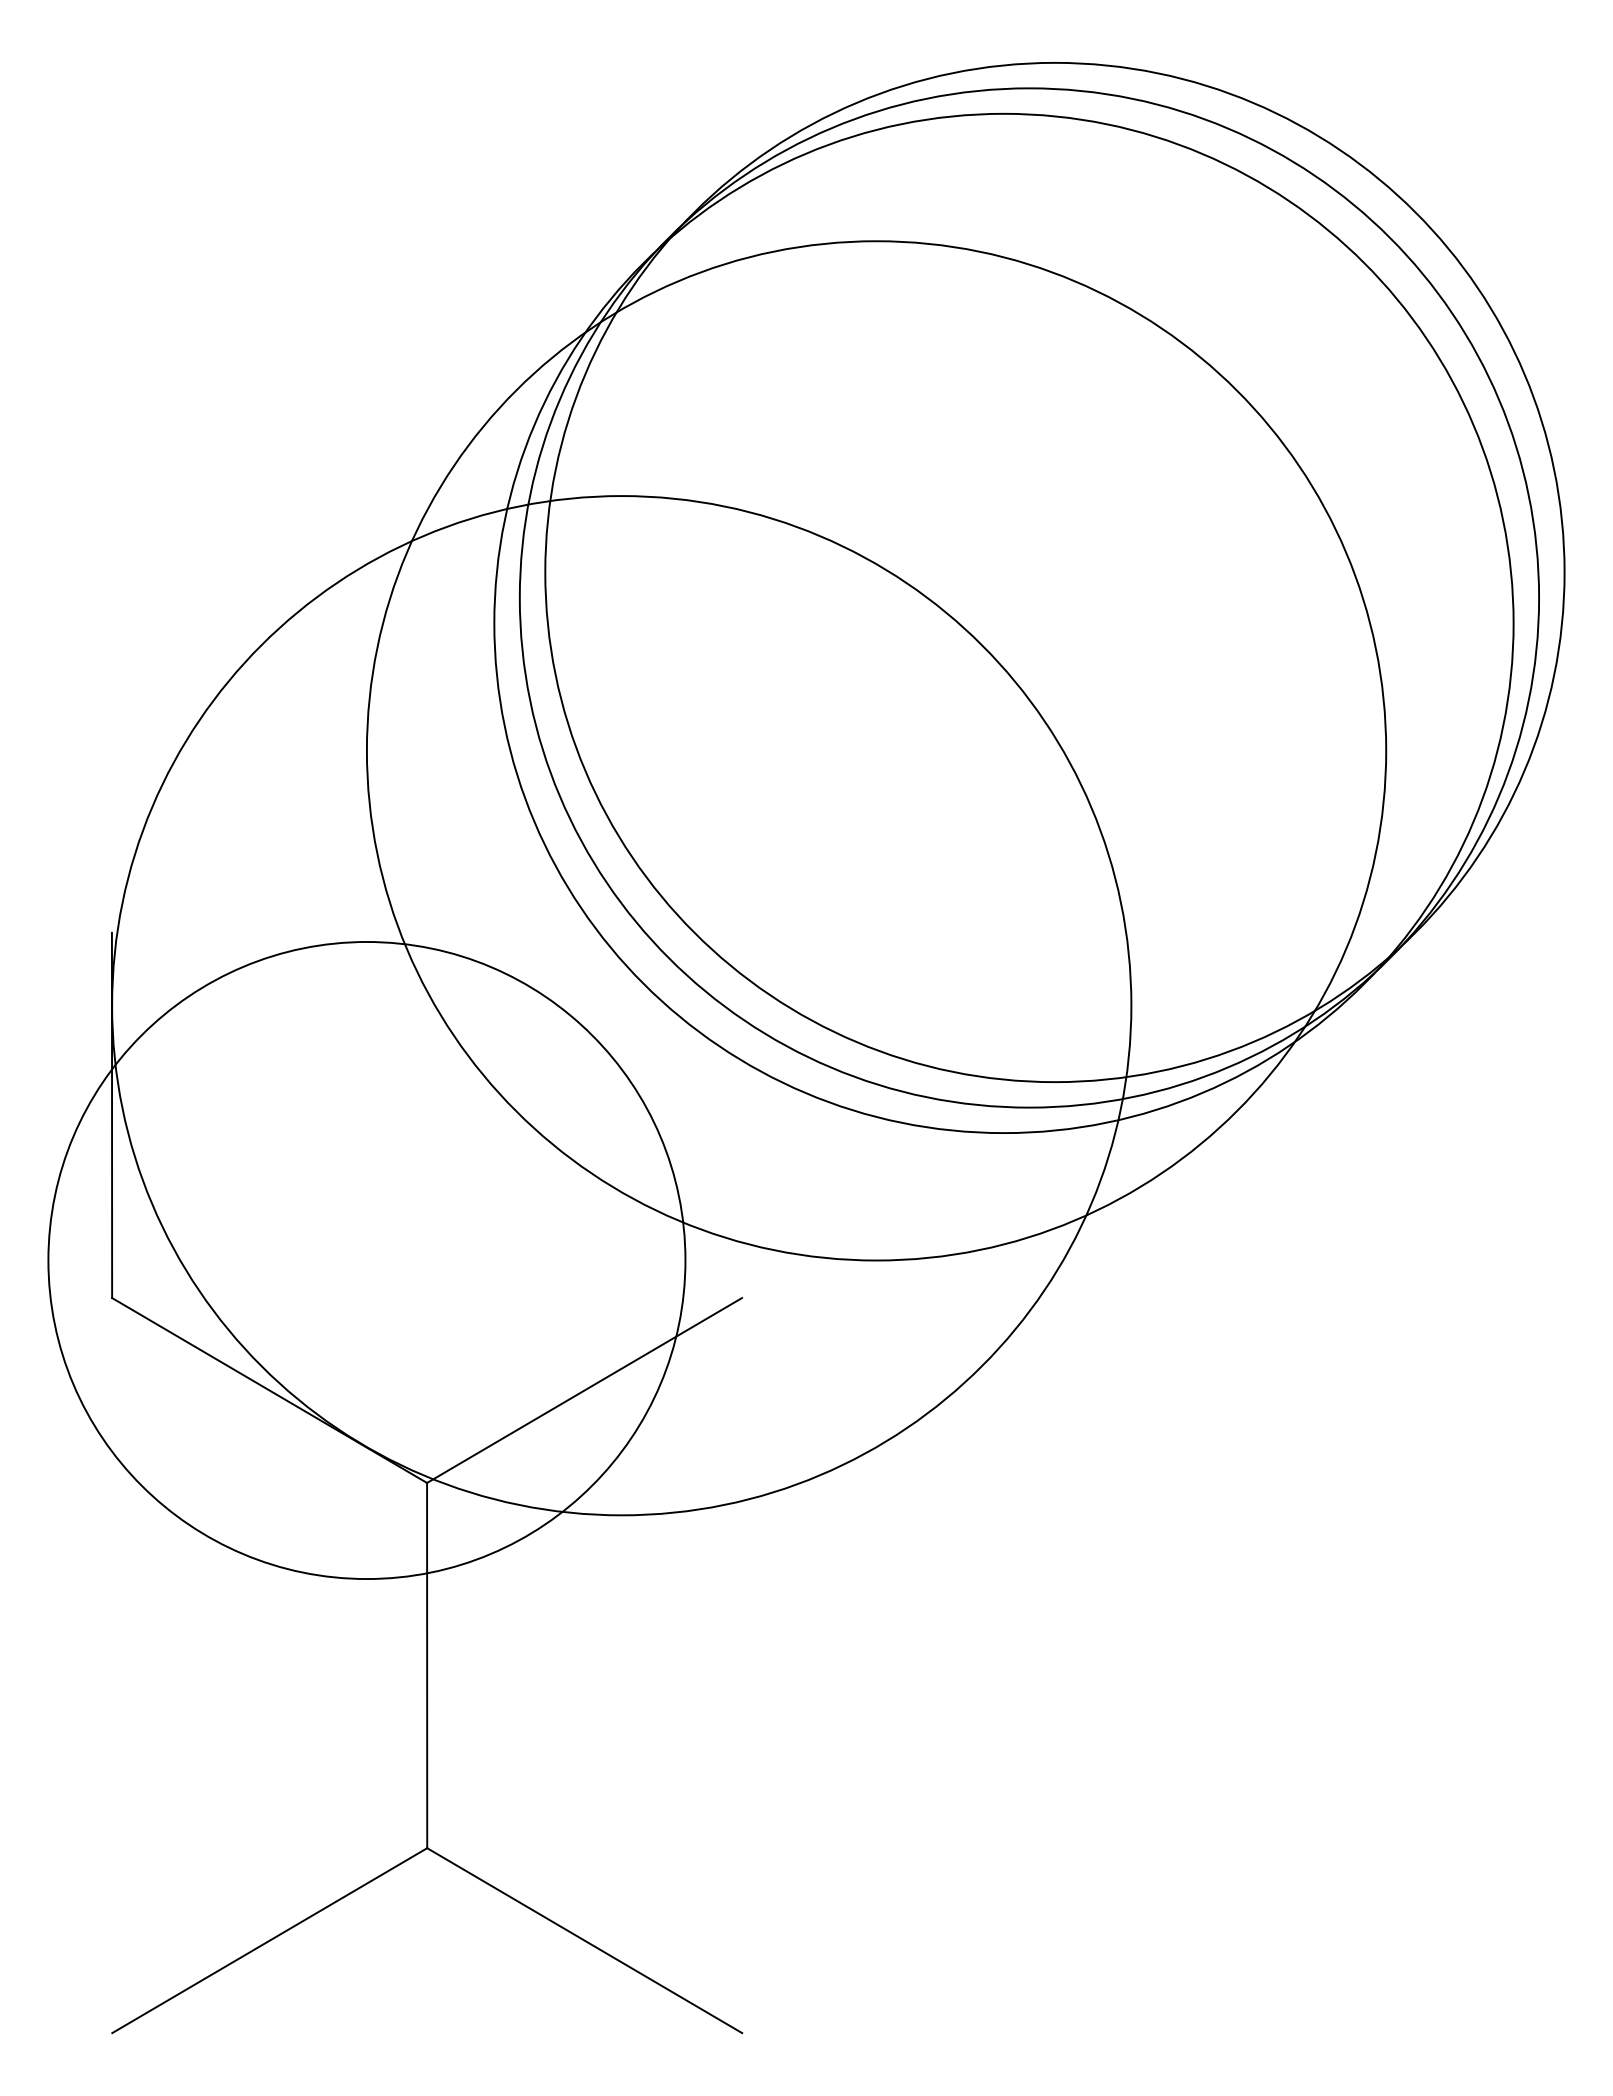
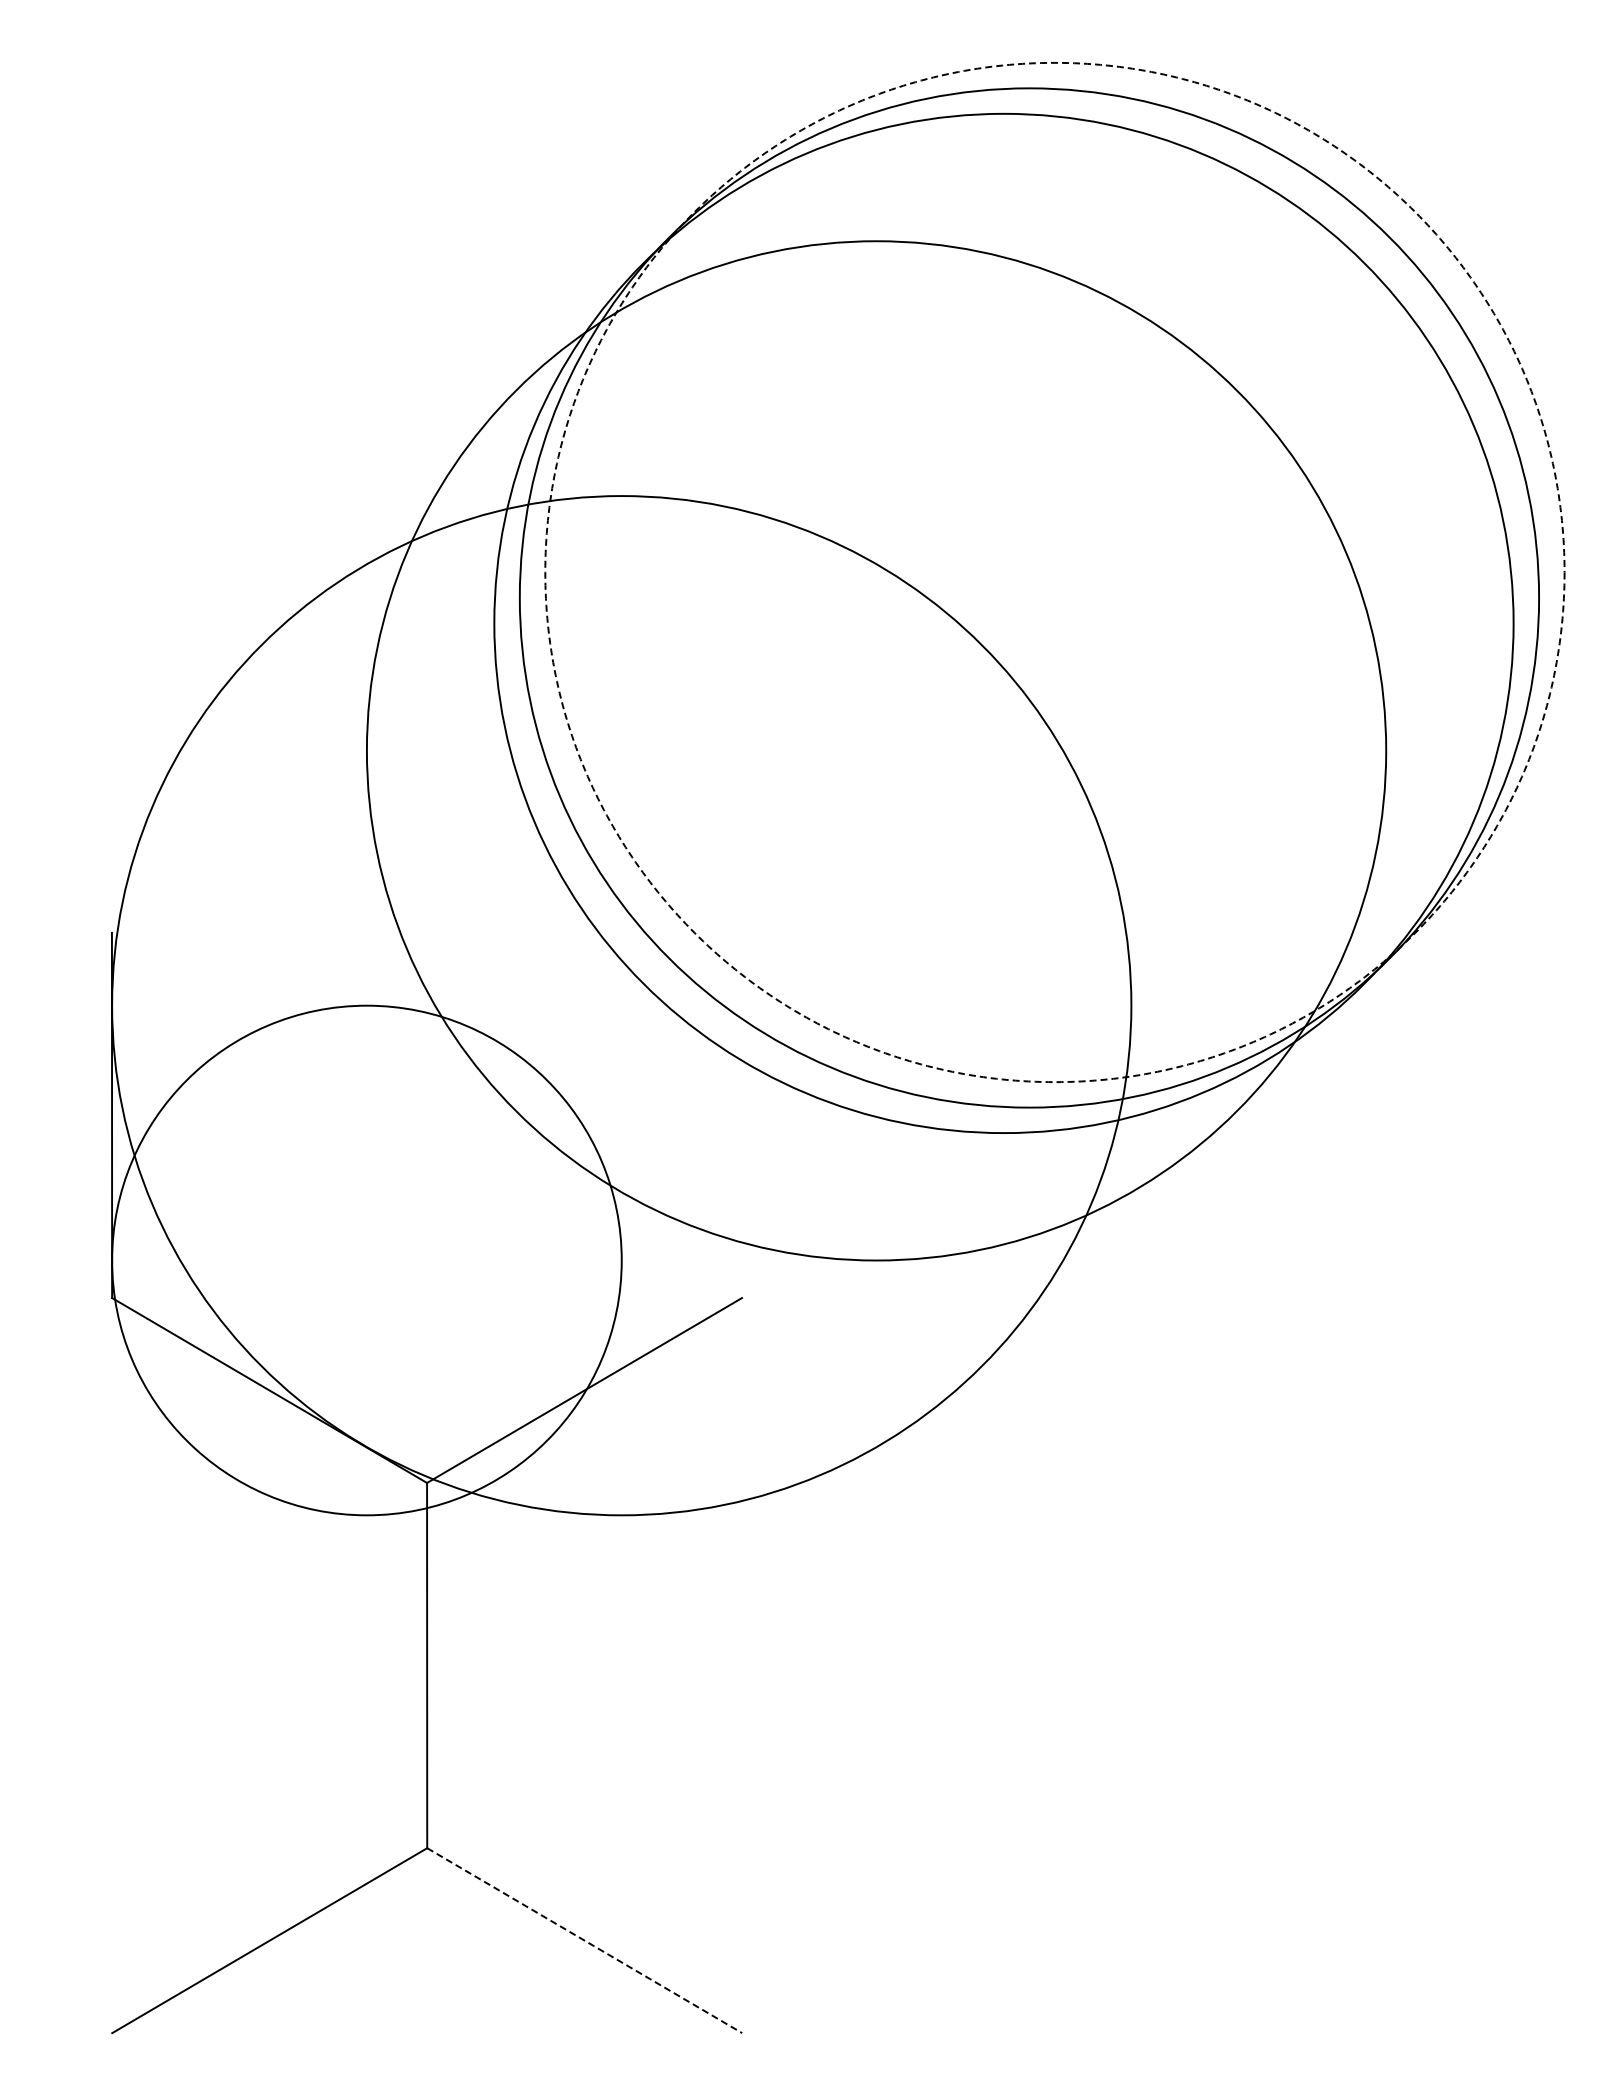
circle at (1054, 572): solid -> dashed
circle at (366, 1260) diameter: 637 px -> 510 px
line at (584, 1940): solid -> dashed
